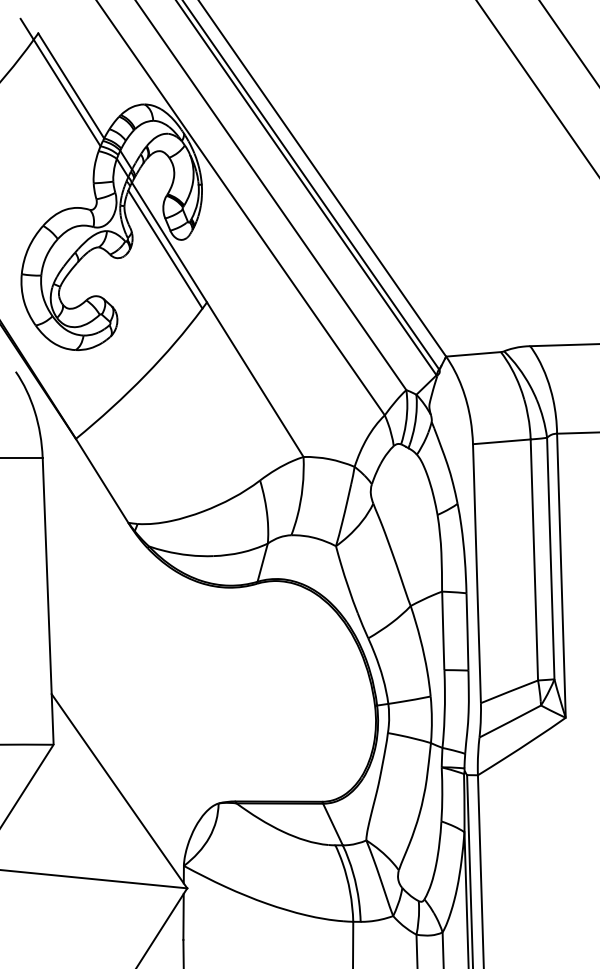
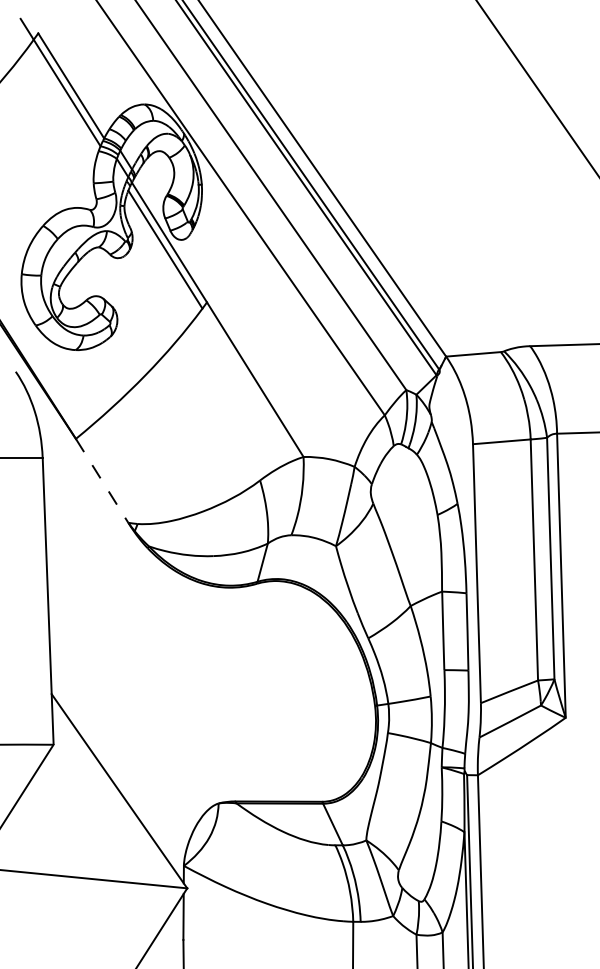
line at (568, 42): present -> none
line at (102, 481): solid -> dashed
